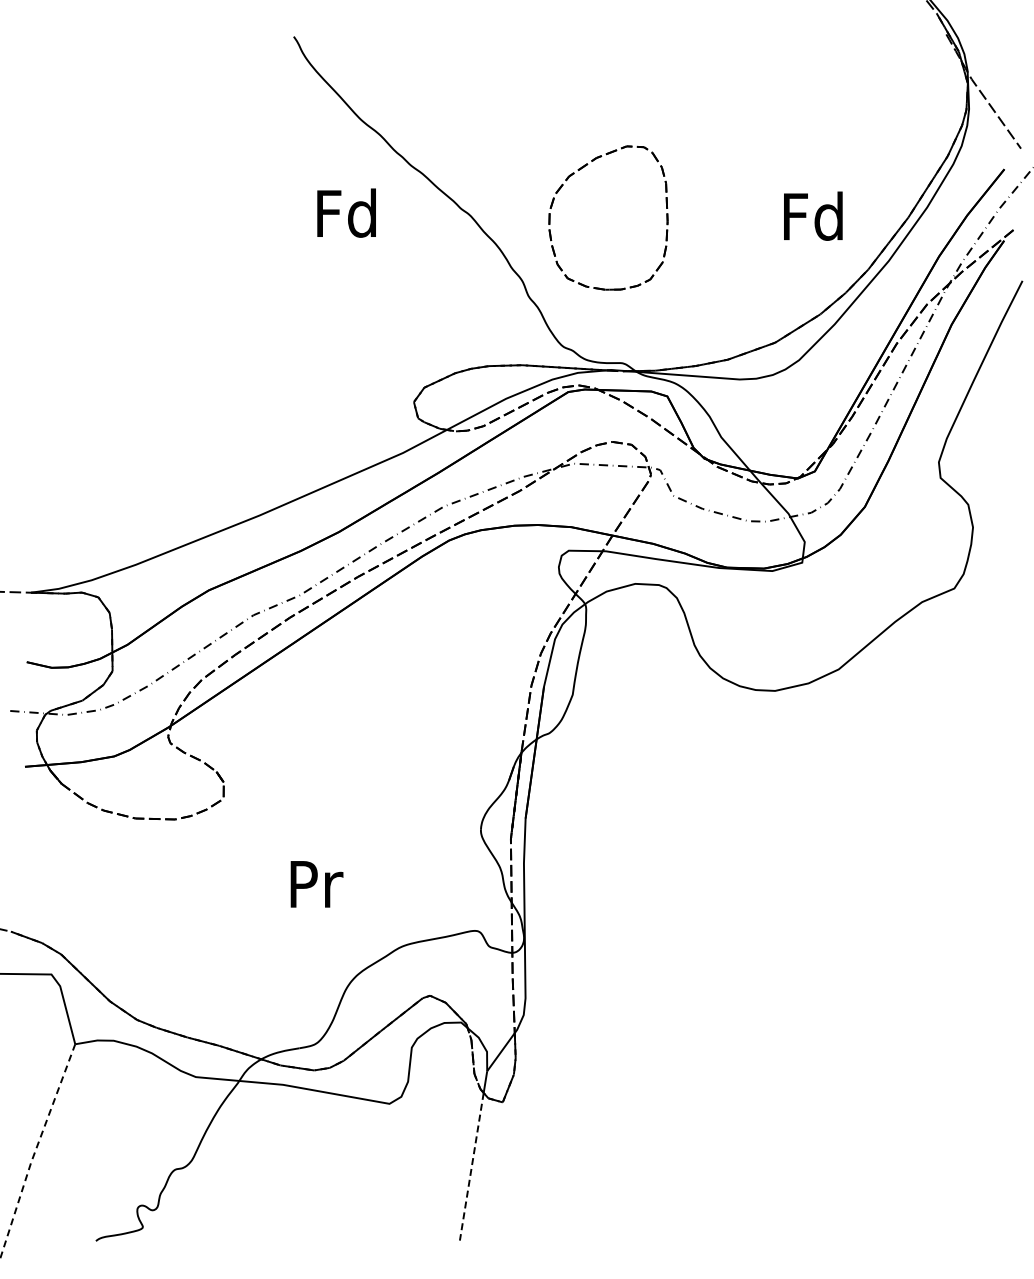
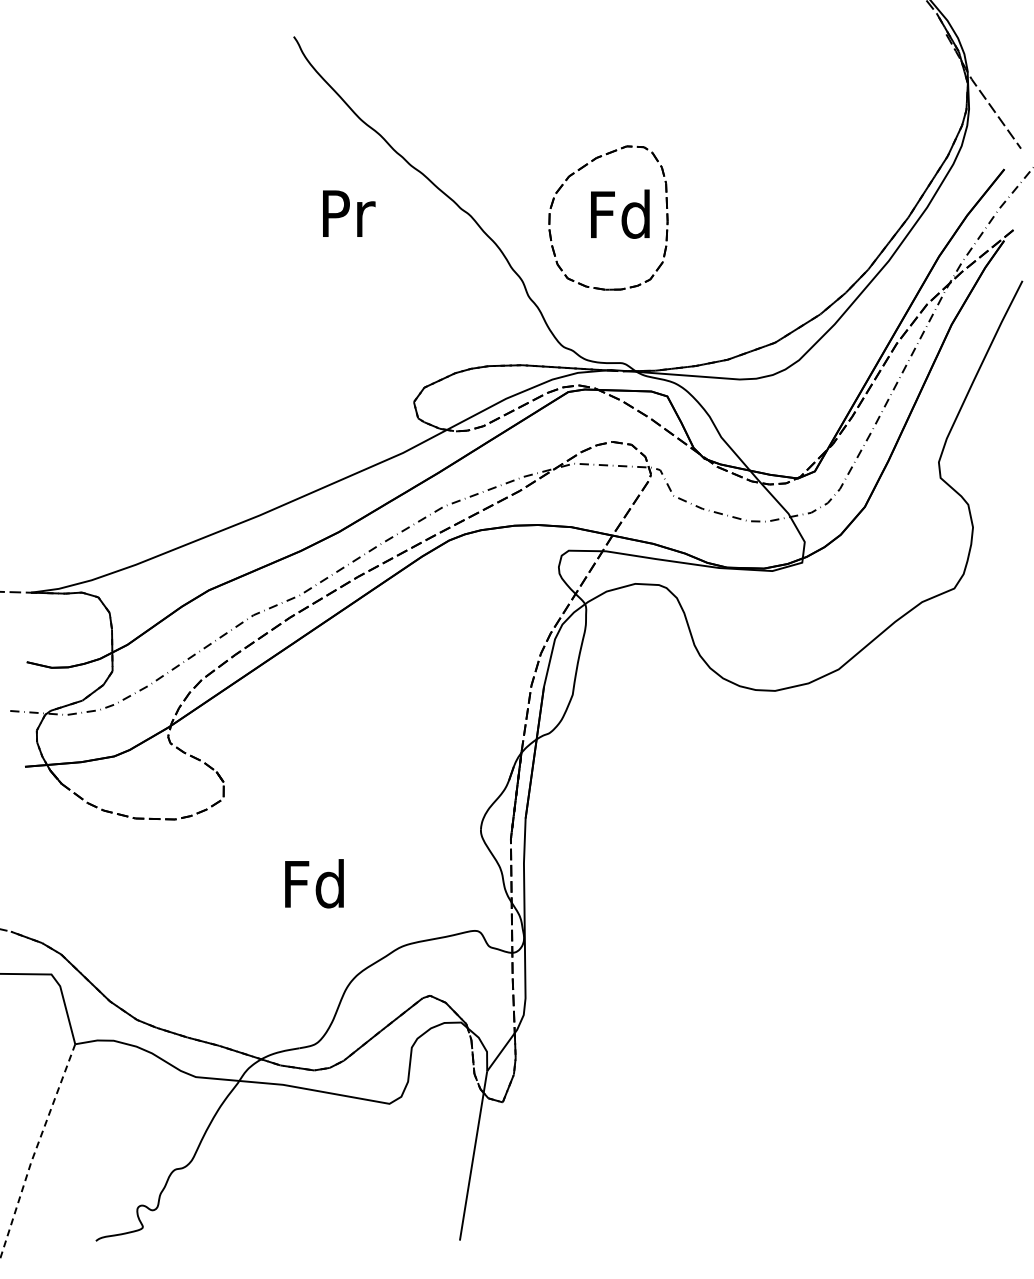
text at (346, 212): Fd -> Pr
text at (813, 215) position: (813, 215) -> (620, 213)
text at (314, 883): Pr -> Fd
line at (471, 1166): dashed -> solid
